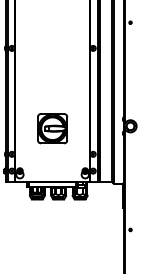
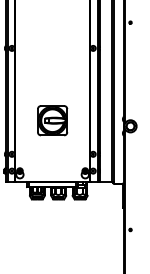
part at (52, 128) position: (52, 128) -> (52, 120)
